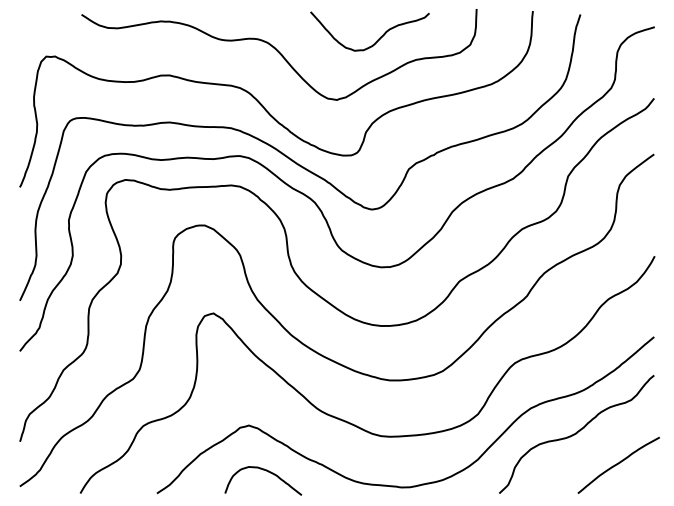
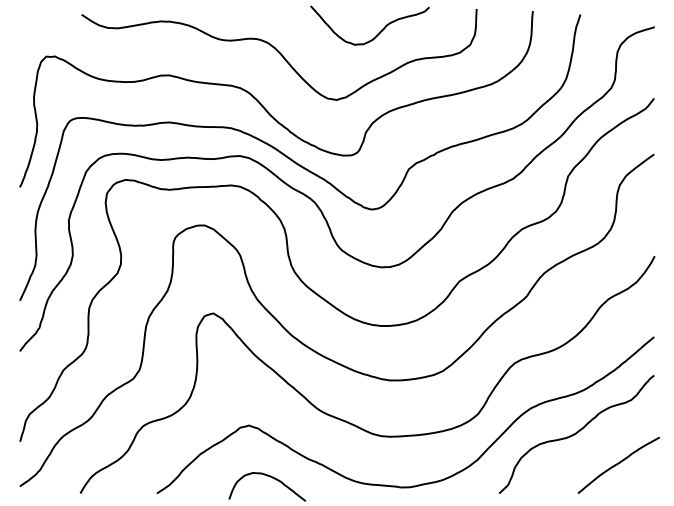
curve at (377, 39) position: (377, 39) -> (377, 33)
curve at (268, 472) position: (268, 472) -> (272, 478)
